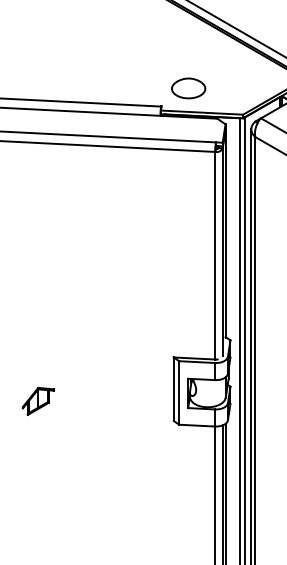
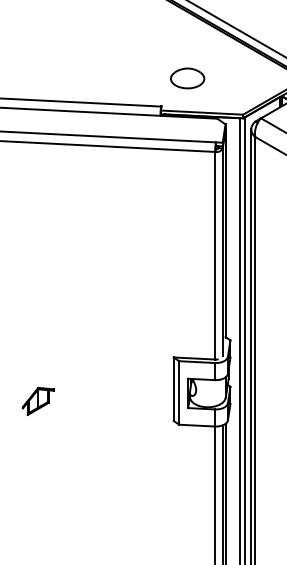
part at (188, 88) position: (188, 88) -> (187, 78)
